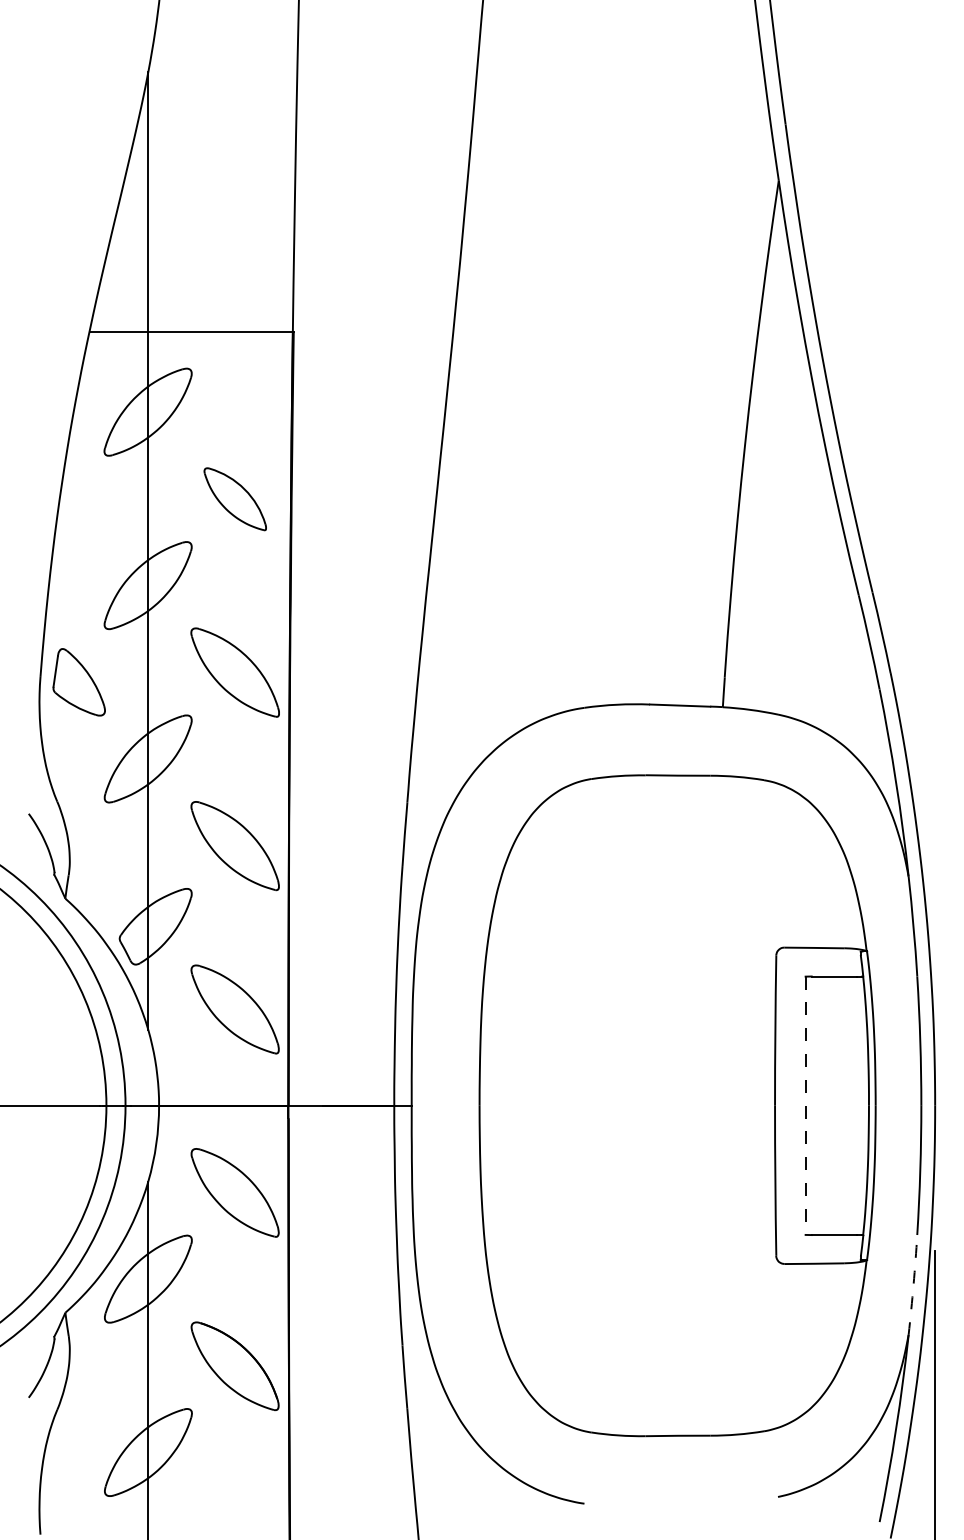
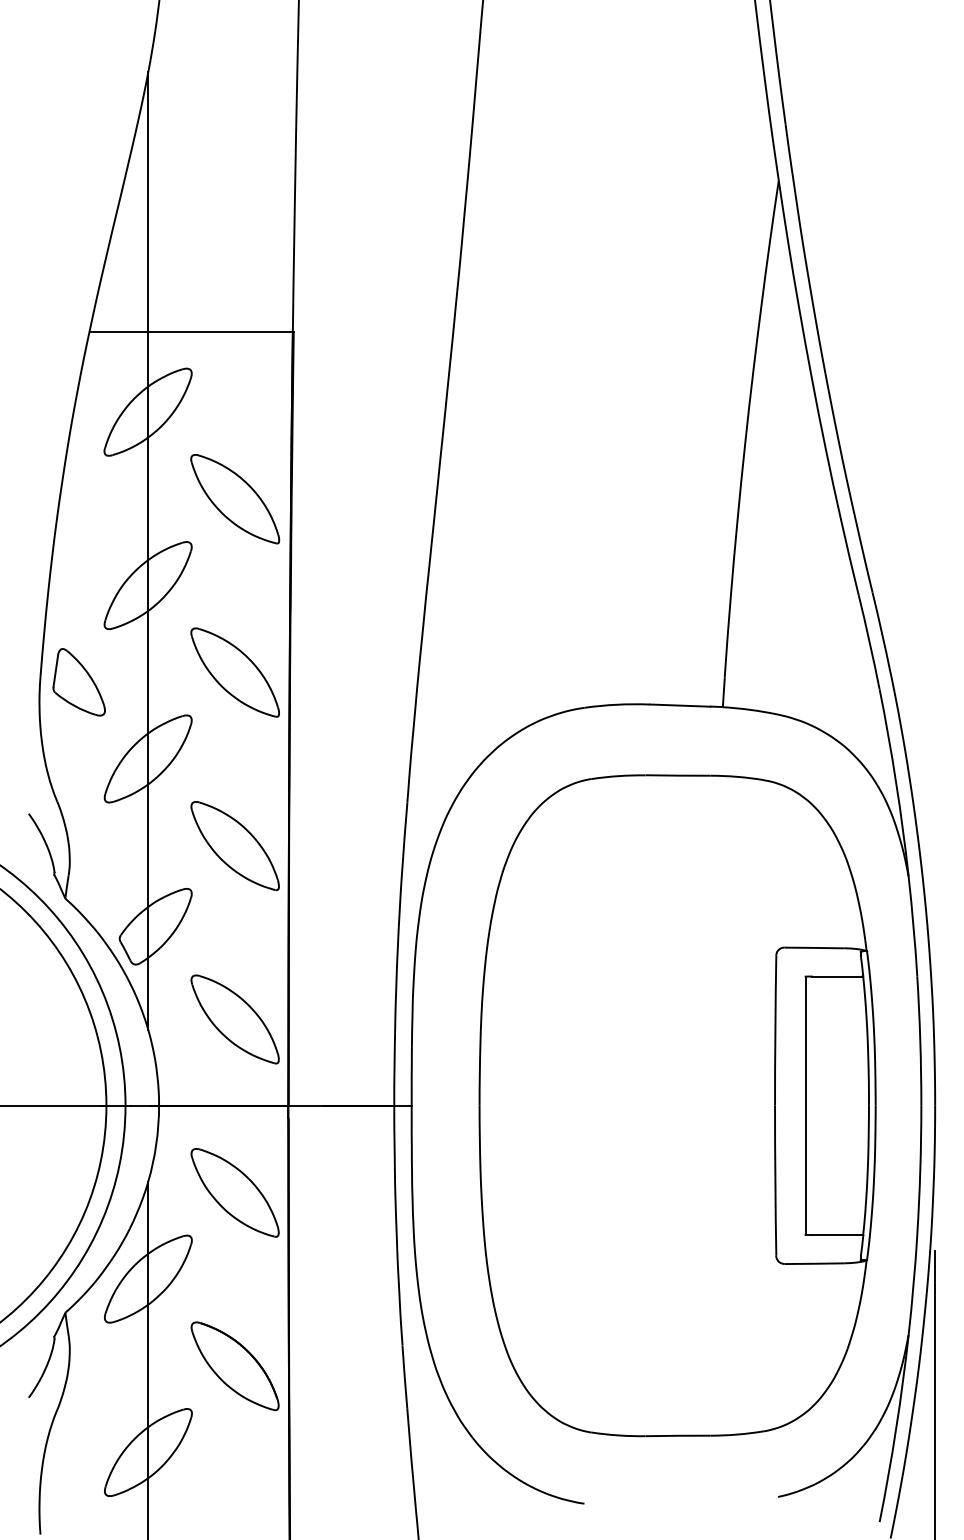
part at (234, 499) size: 64x65 px -> 91x91 px
part at (234, 1009) position: (234, 1009) -> (234, 1019)
line at (805, 1106): dashed -> solid
arc at (913, 1285): dashed -> solid
